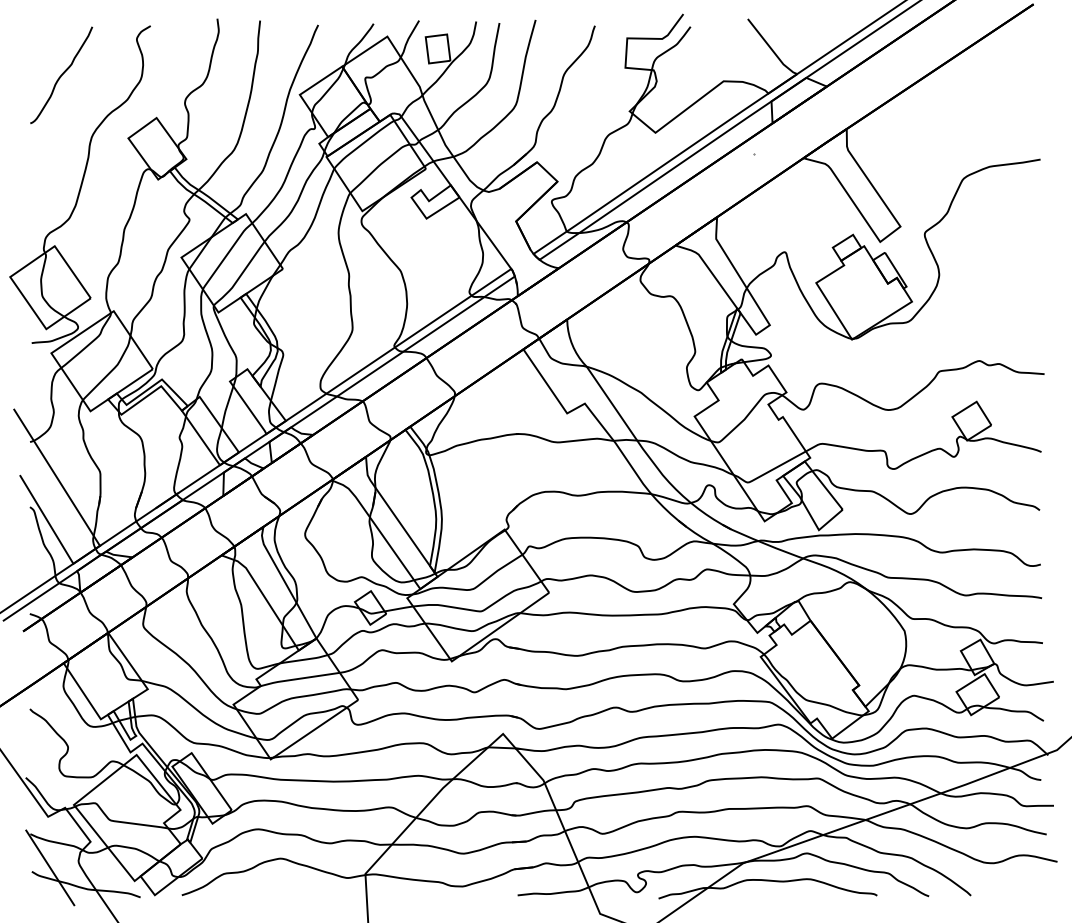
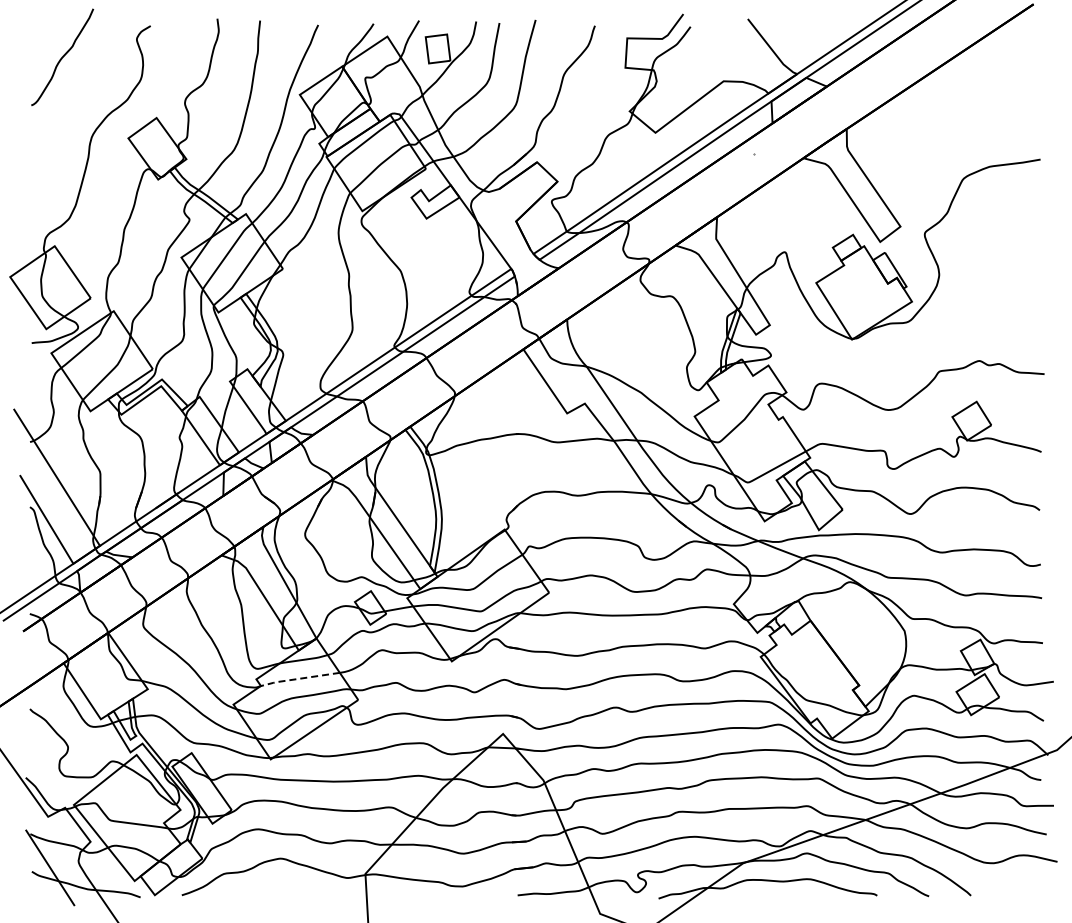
curve at (61, 75) position: (61, 75) -> (62, 57)
line at (298, 678): solid -> dashed
